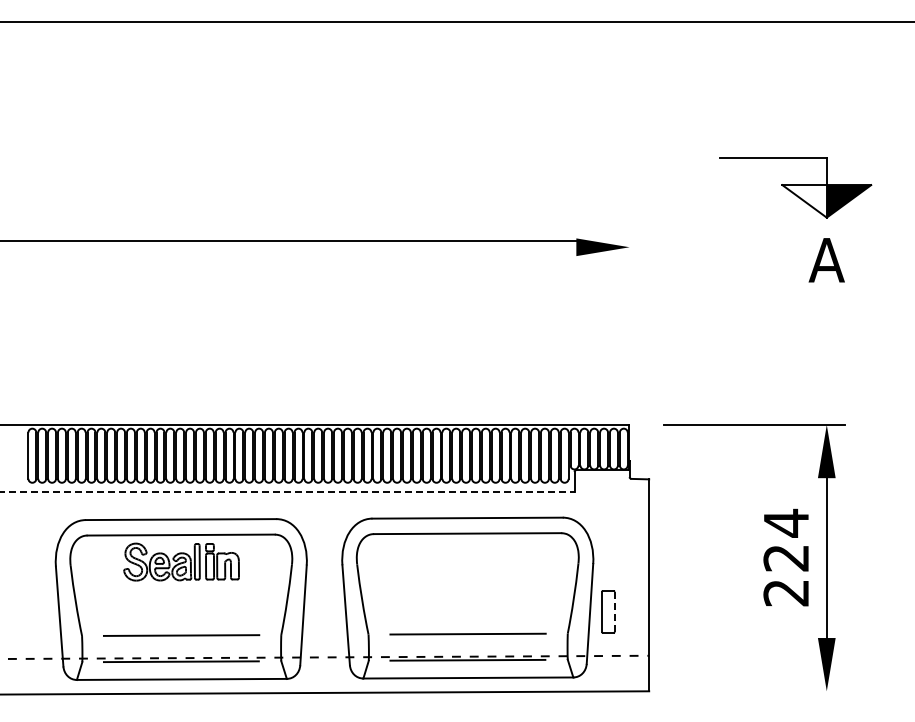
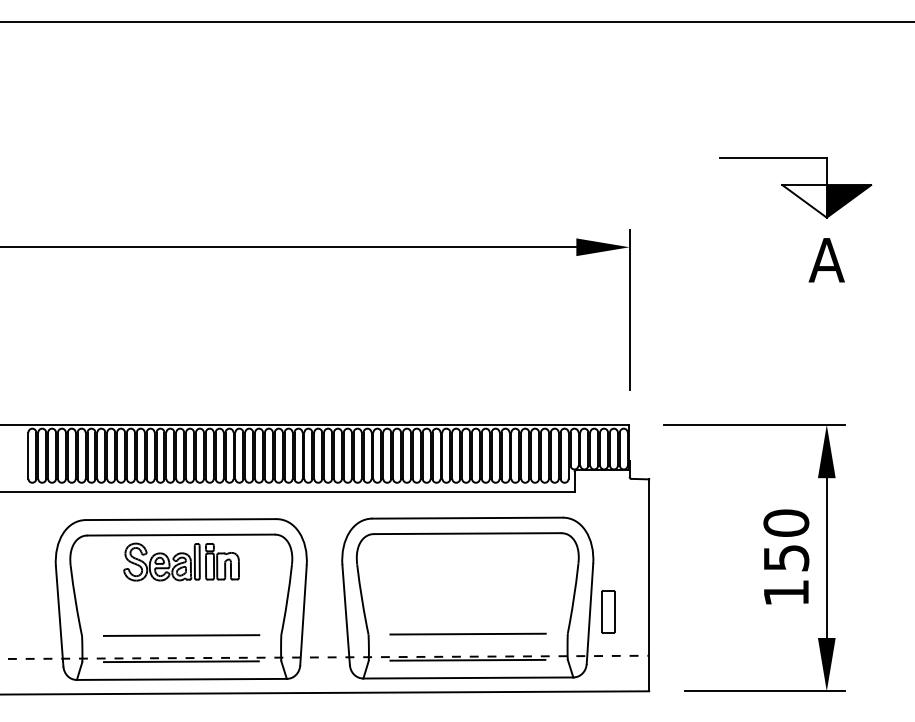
line at (289, 241) position: (289, 241) -> (289, 247)
line at (629, 309): none -> present
line at (287, 492): dashed -> solid
text at (786, 557): 224 -> 150
line at (614, 611): dashed -> solid
line at (764, 691): none -> present
